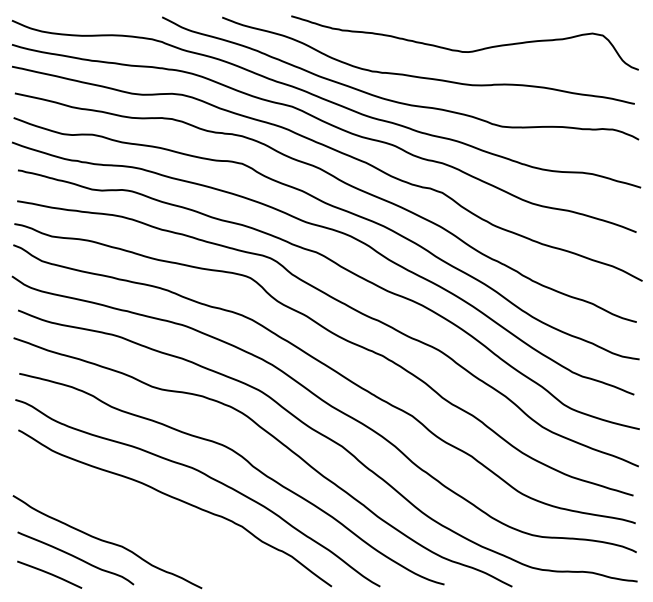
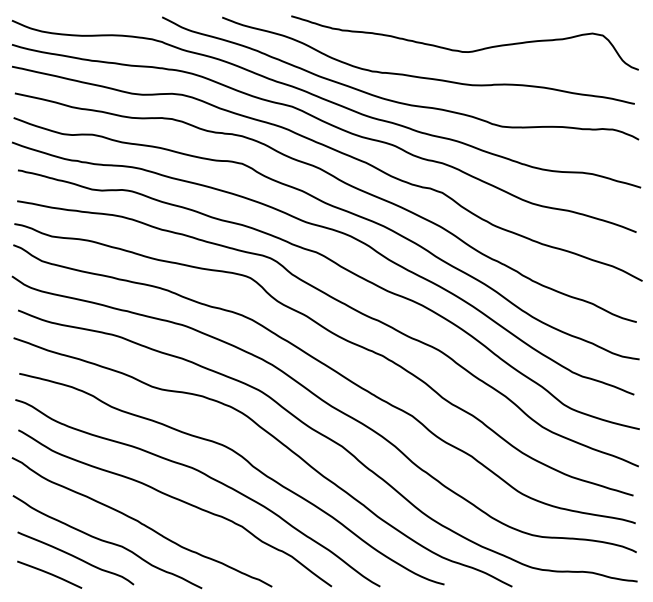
curve at (141, 522): none -> present
